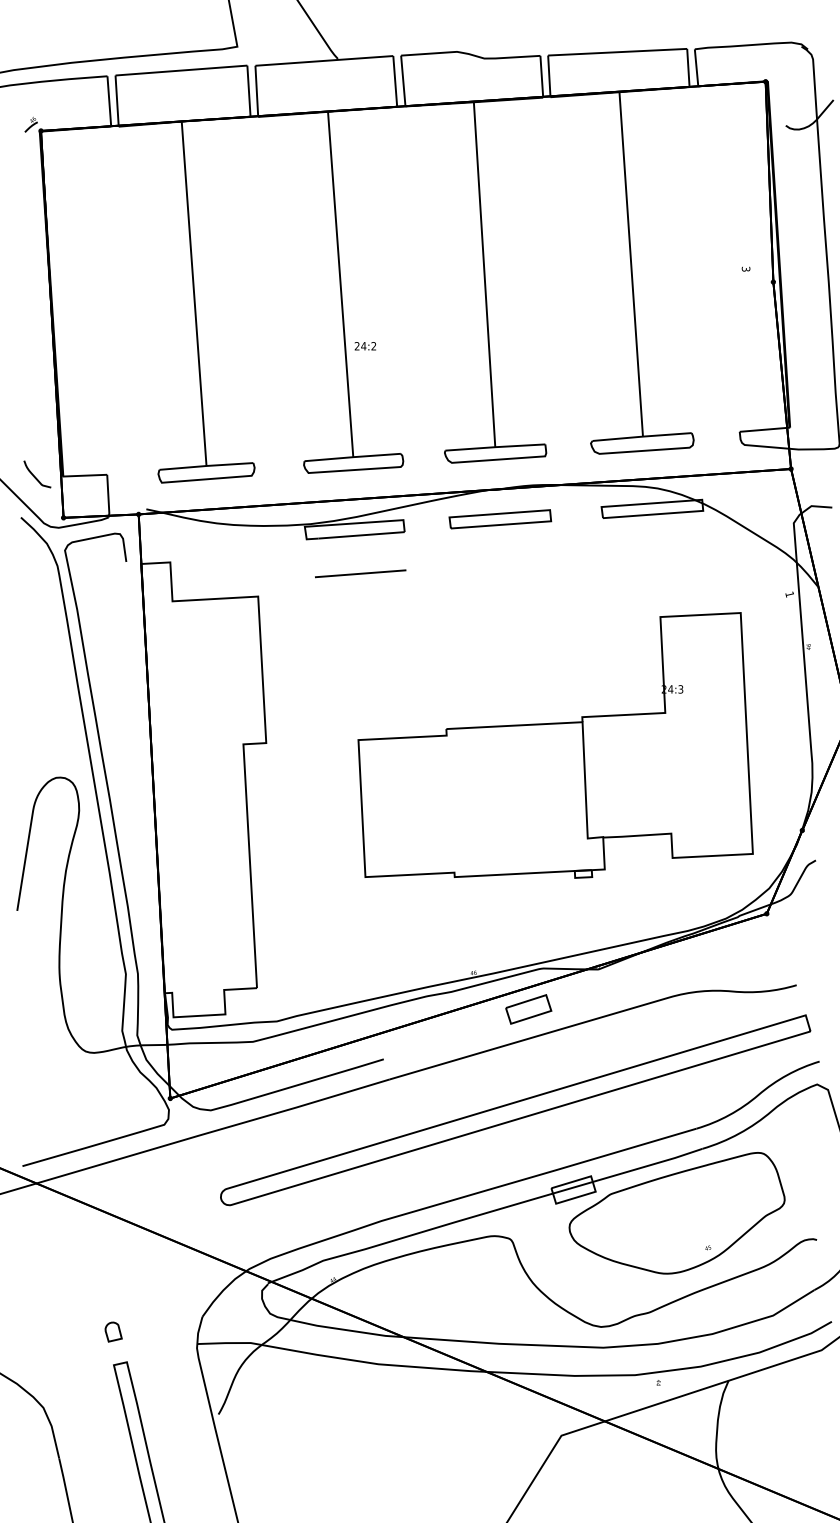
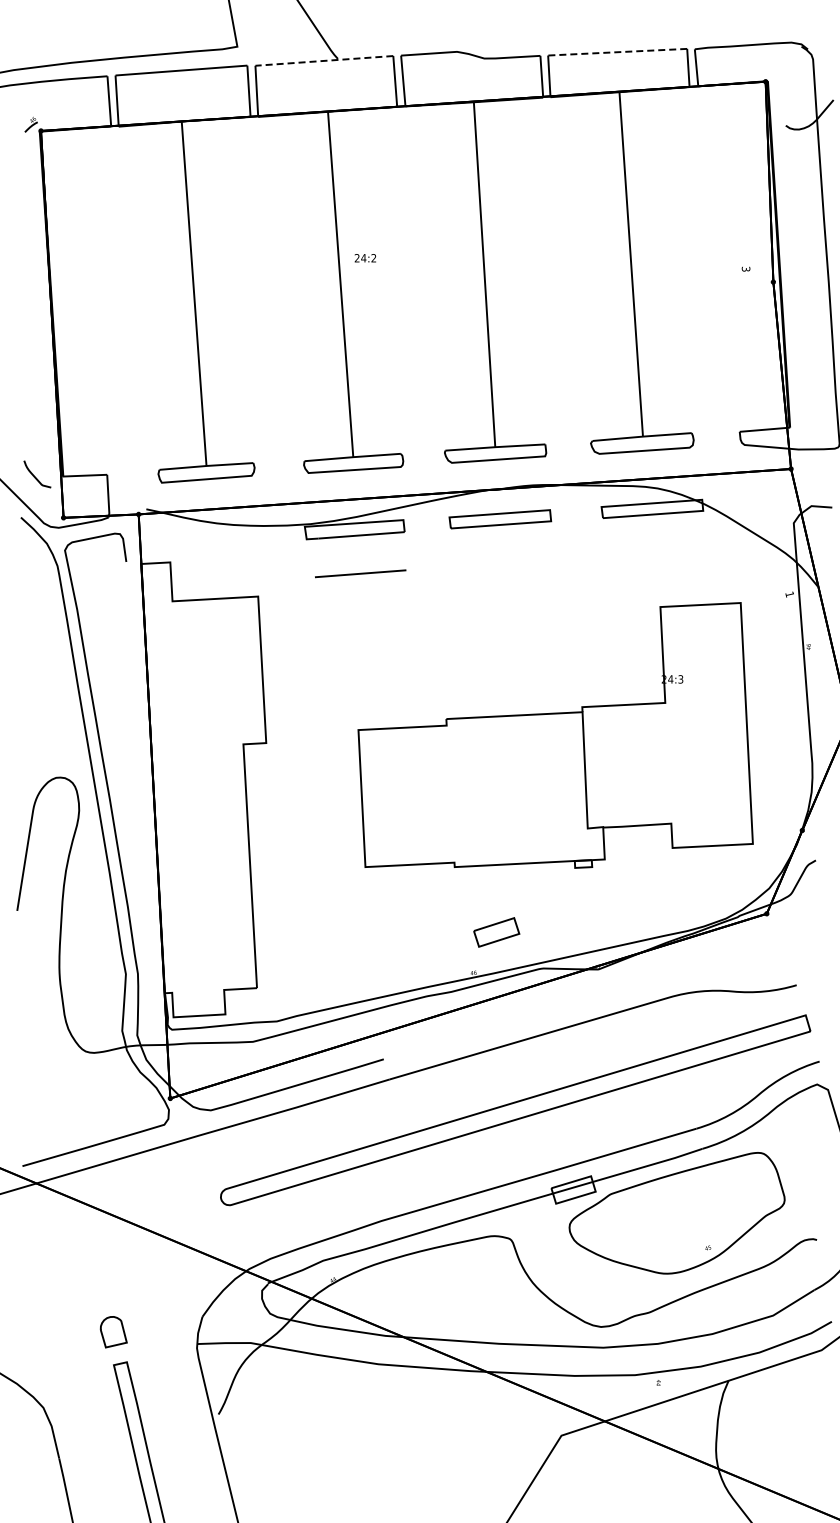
line at (617, 52): solid -> dashed
line at (323, 60): solid -> dashed
text at (364, 346) position: (364, 346) -> (364, 258)
part at (555, 745) position: (555, 745) -> (555, 735)
part at (528, 1009) position: (528, 1009) -> (496, 932)
part at (113, 1331) size: 19x22 px -> 29x33 px
